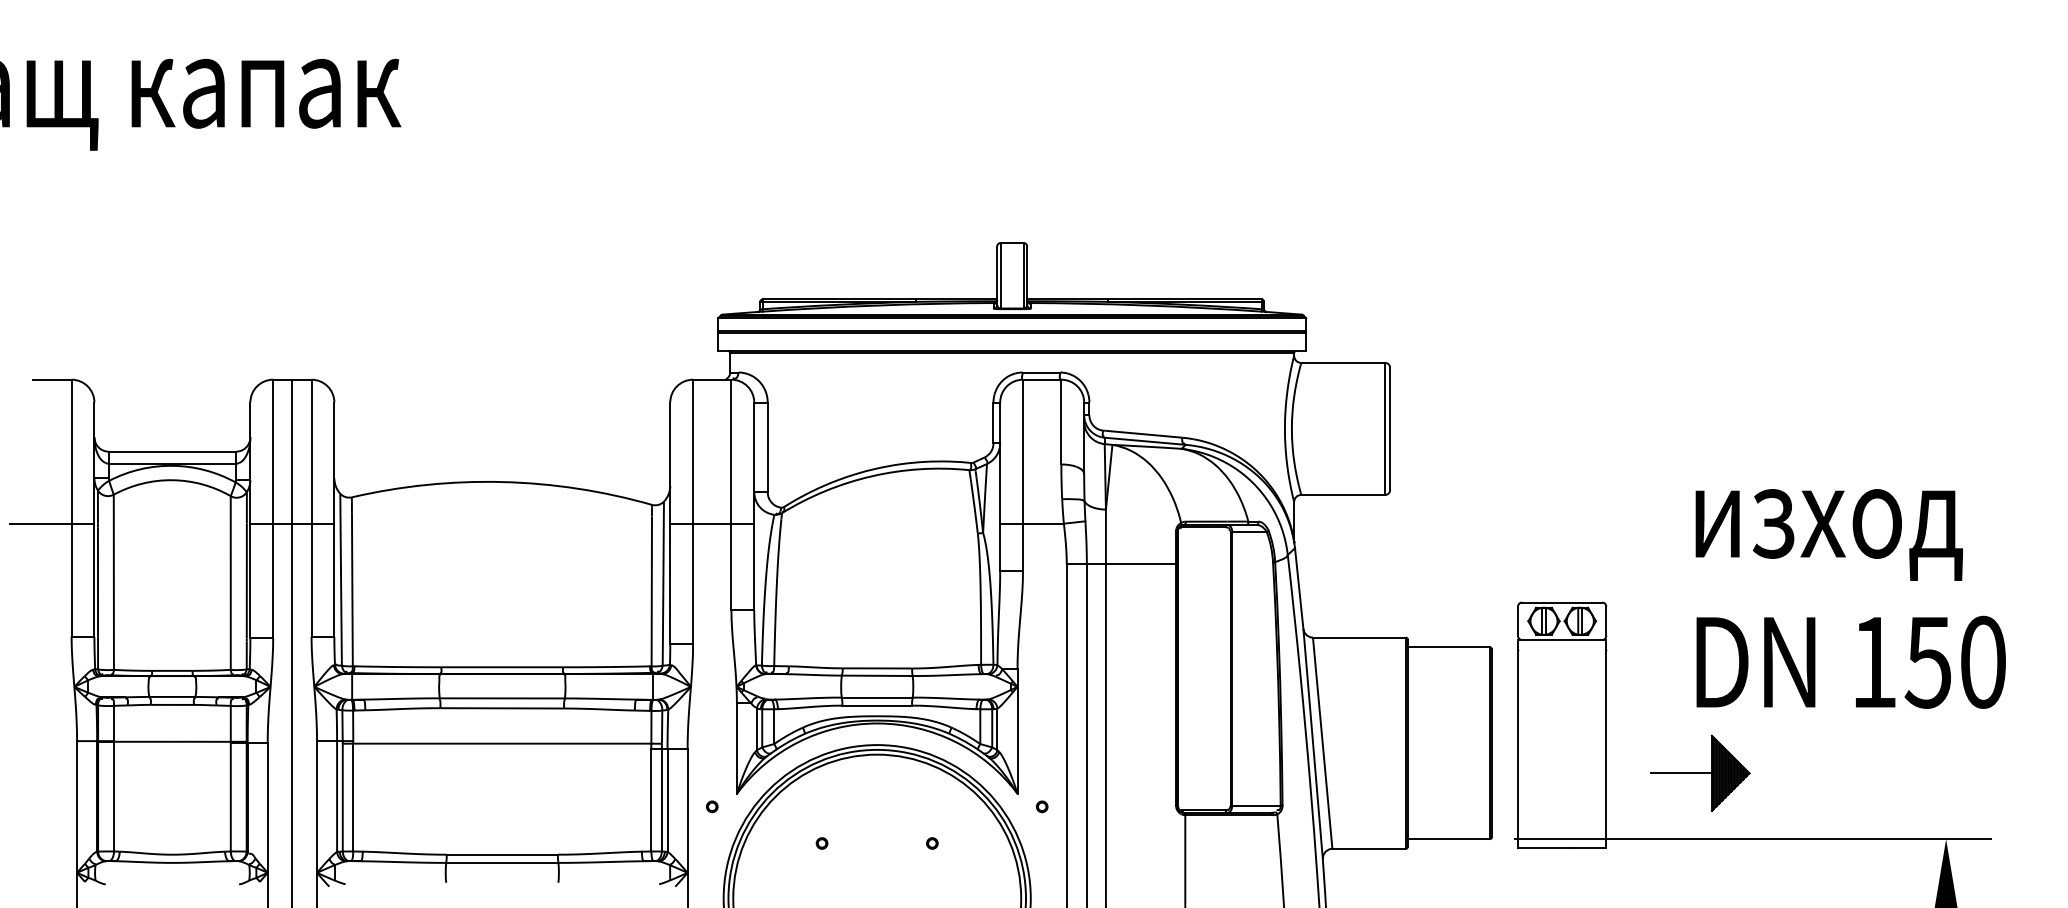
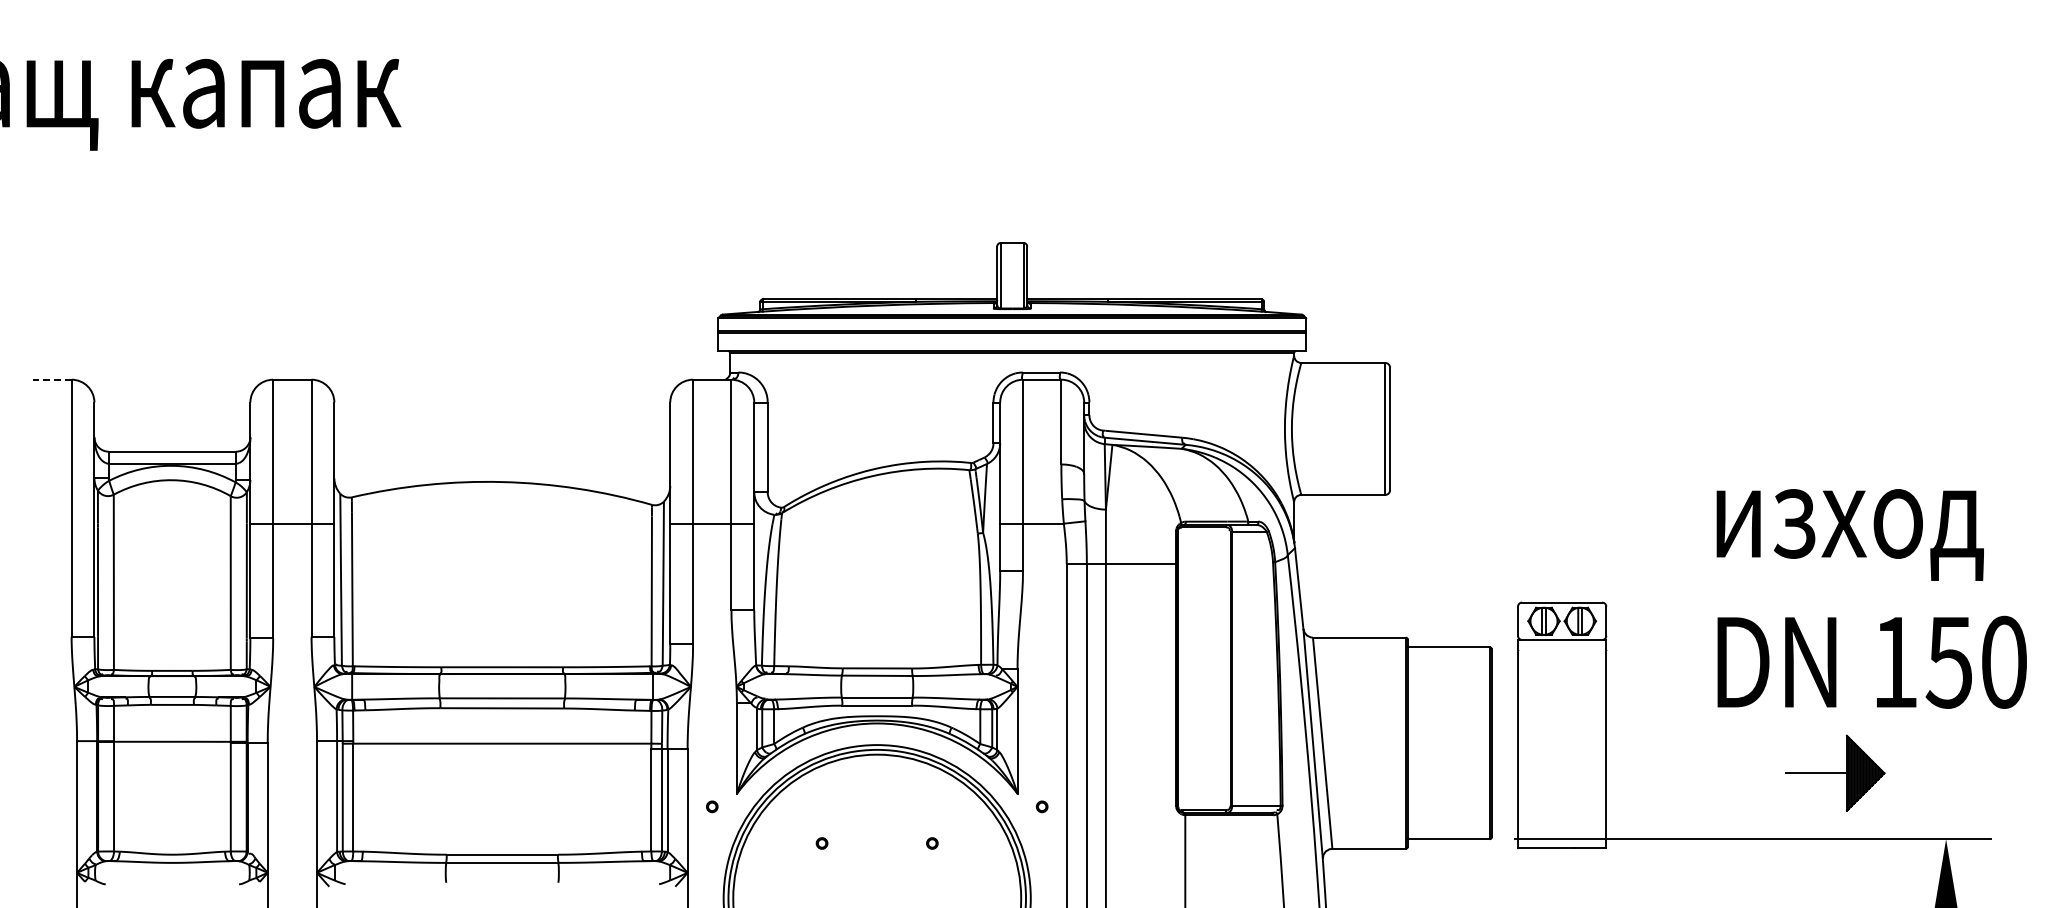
line at (51, 379): solid -> dashed
line at (52, 523): present -> none
text at (1850, 598) position: (1850, 598) -> (1871, 598)
line at (292, 641): present -> none
part at (1700, 772) position: (1700, 772) -> (1835, 772)
